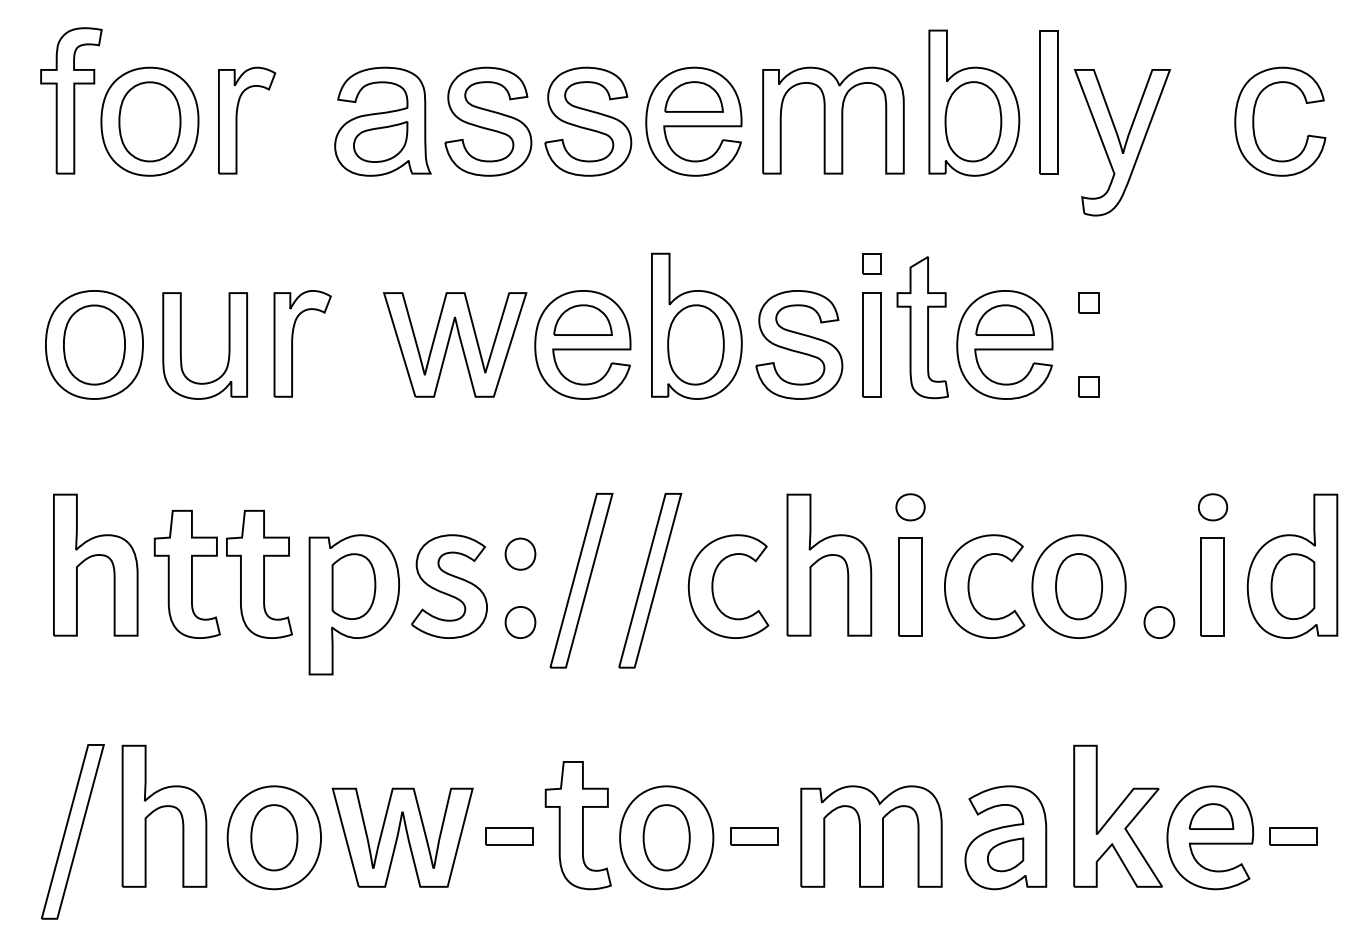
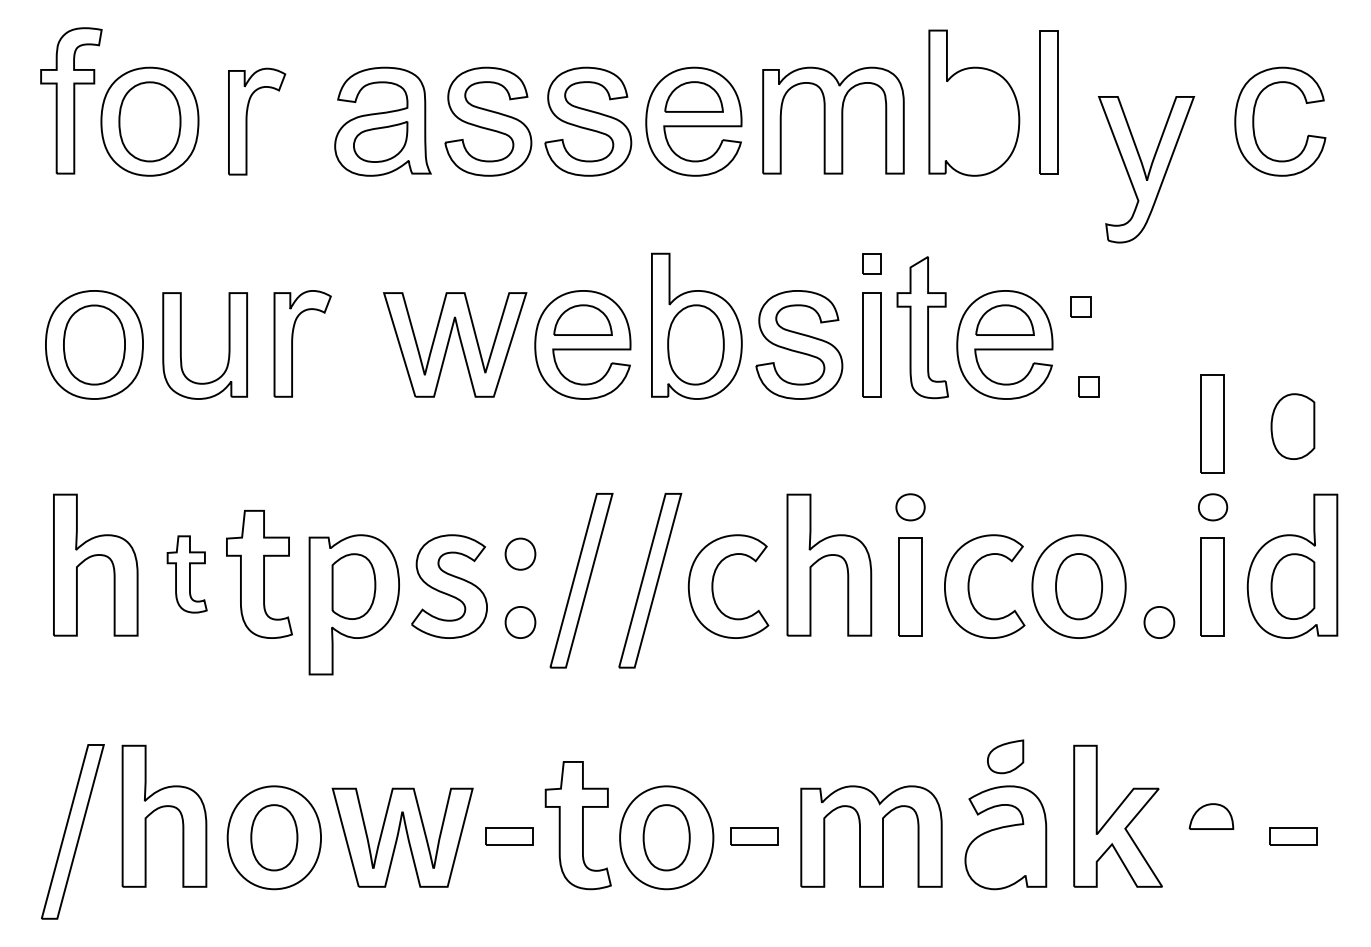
part at (237, 120) position: (237, 120) -> (247, 121)
part at (973, 121): present -> none
part at (1122, 142) position: (1122, 142) -> (1146, 169)
part at (1088, 302) position: (1088, 302) -> (1080, 306)
part at (1212, 423): none -> present
part at (1292, 426): none -> present
part at (186, 574) size: 68x129 px -> 42x79 px
part at (1210, 837): present -> none
part at (1005, 854) position: (1005, 854) -> (1005, 756)
